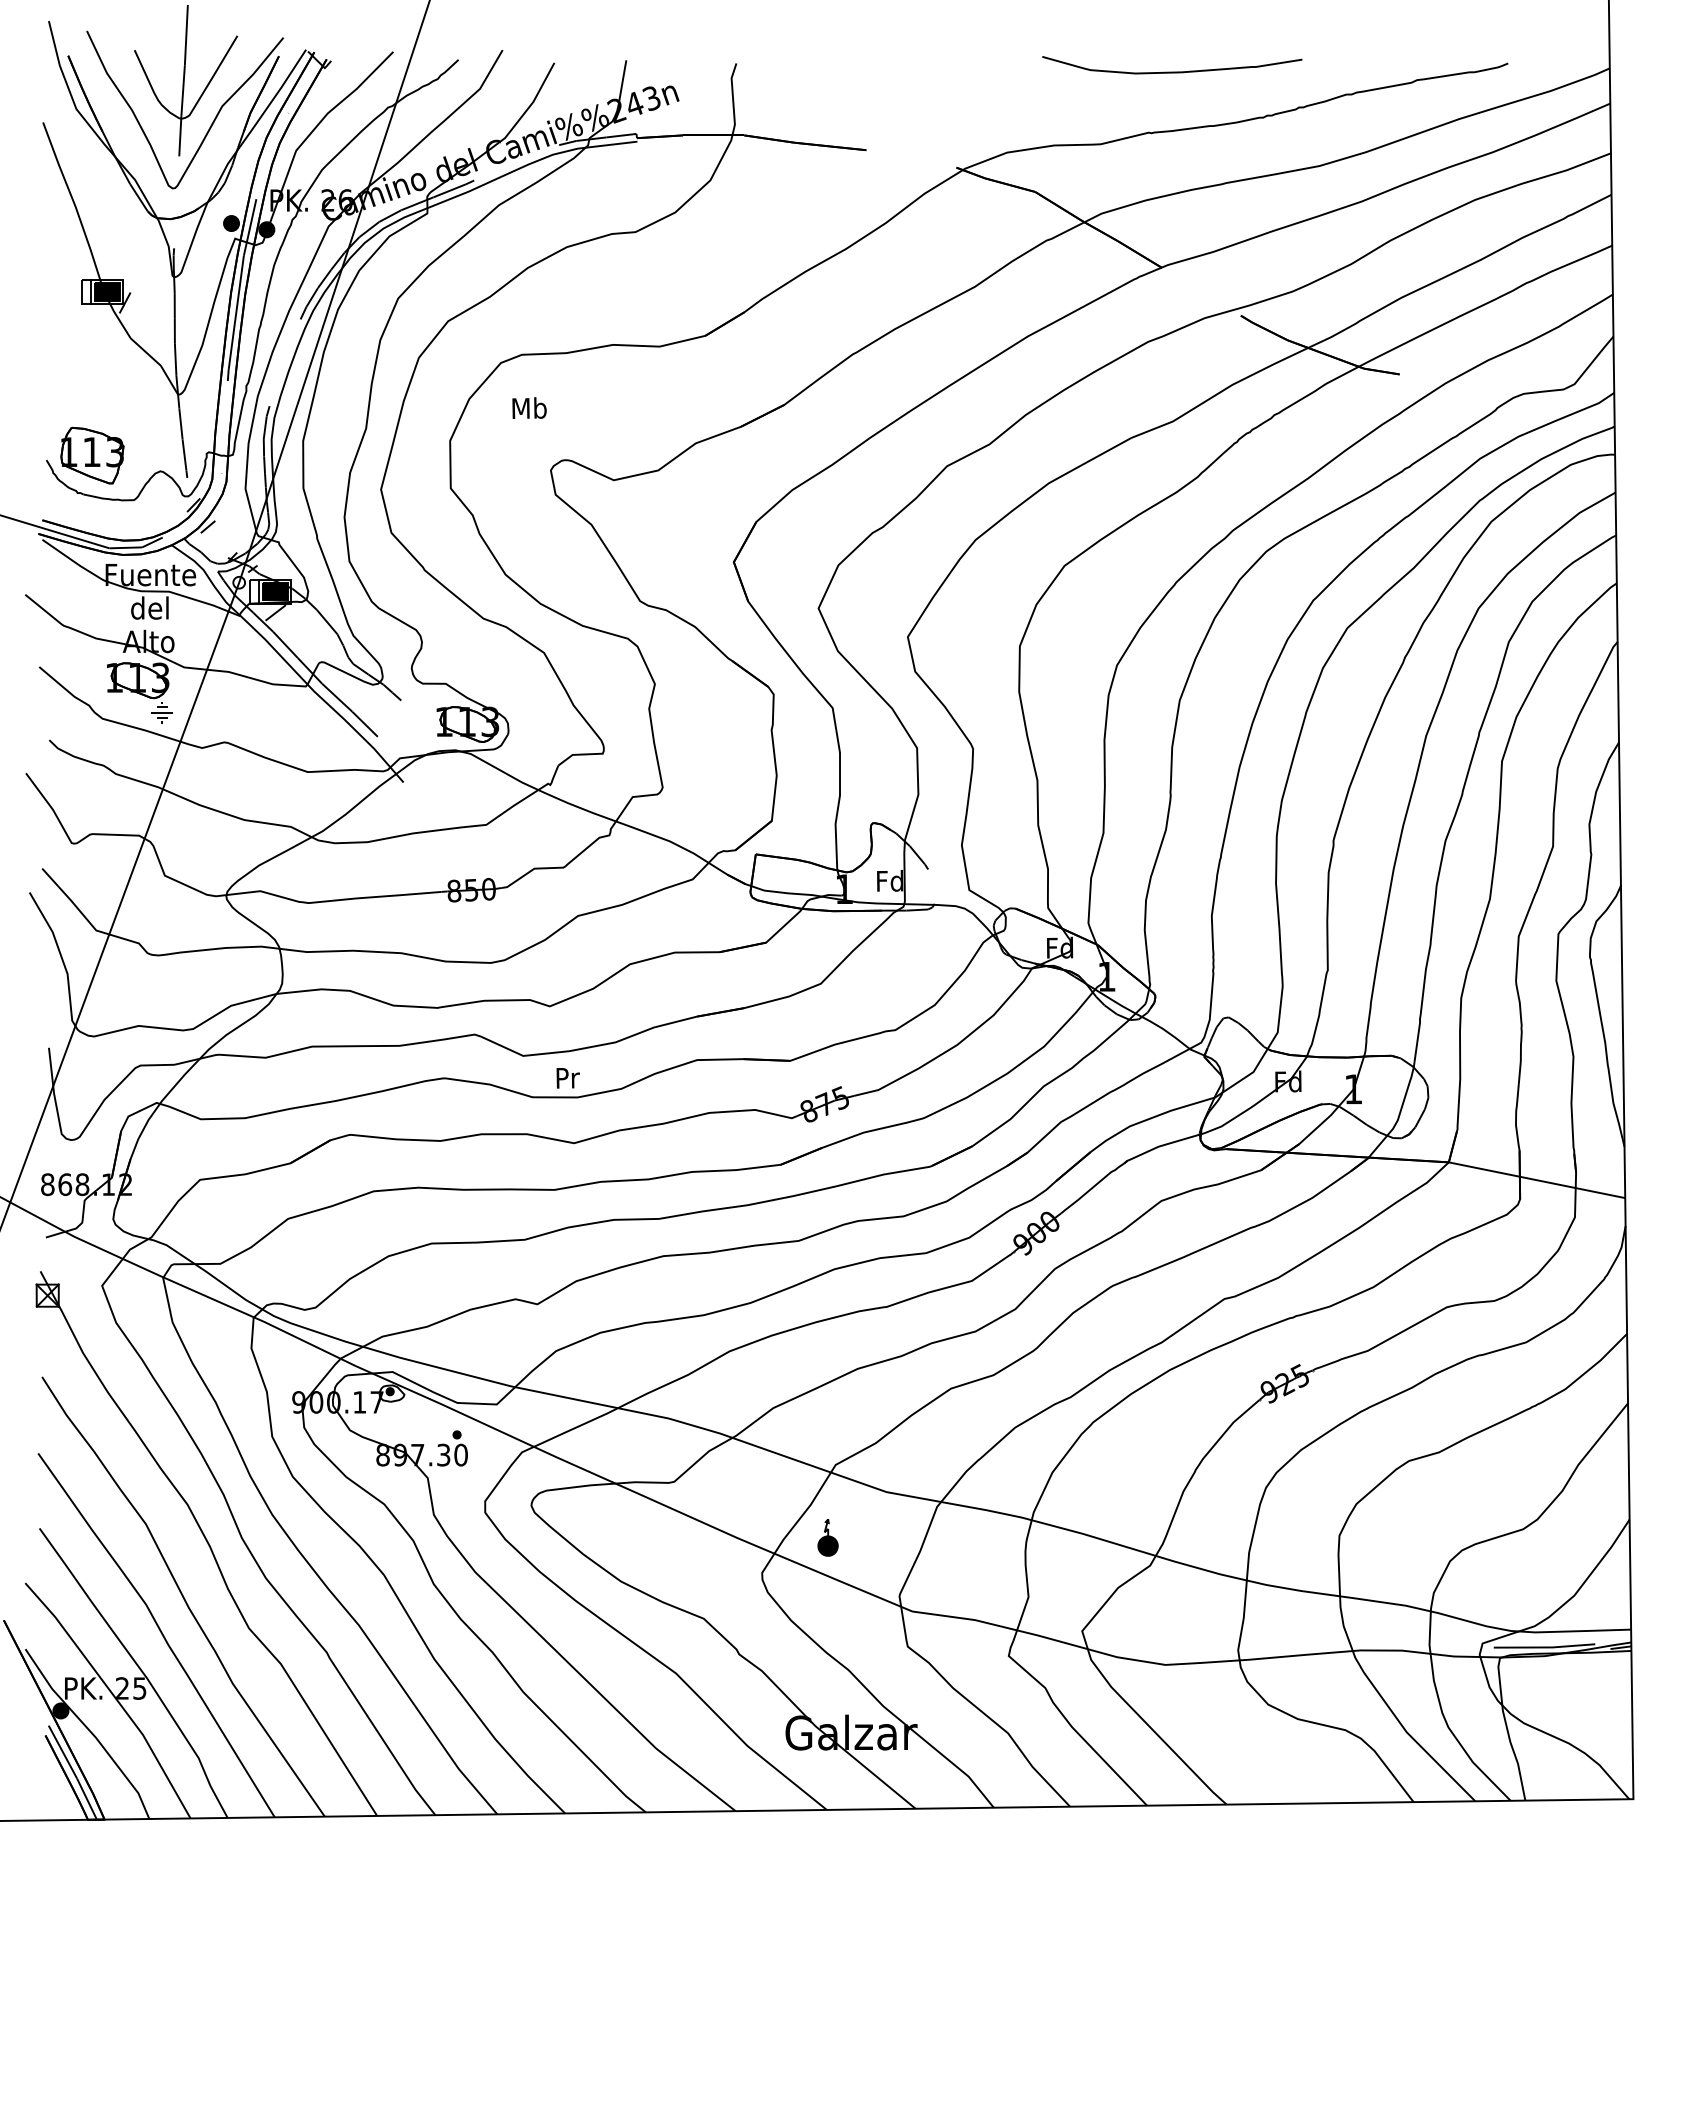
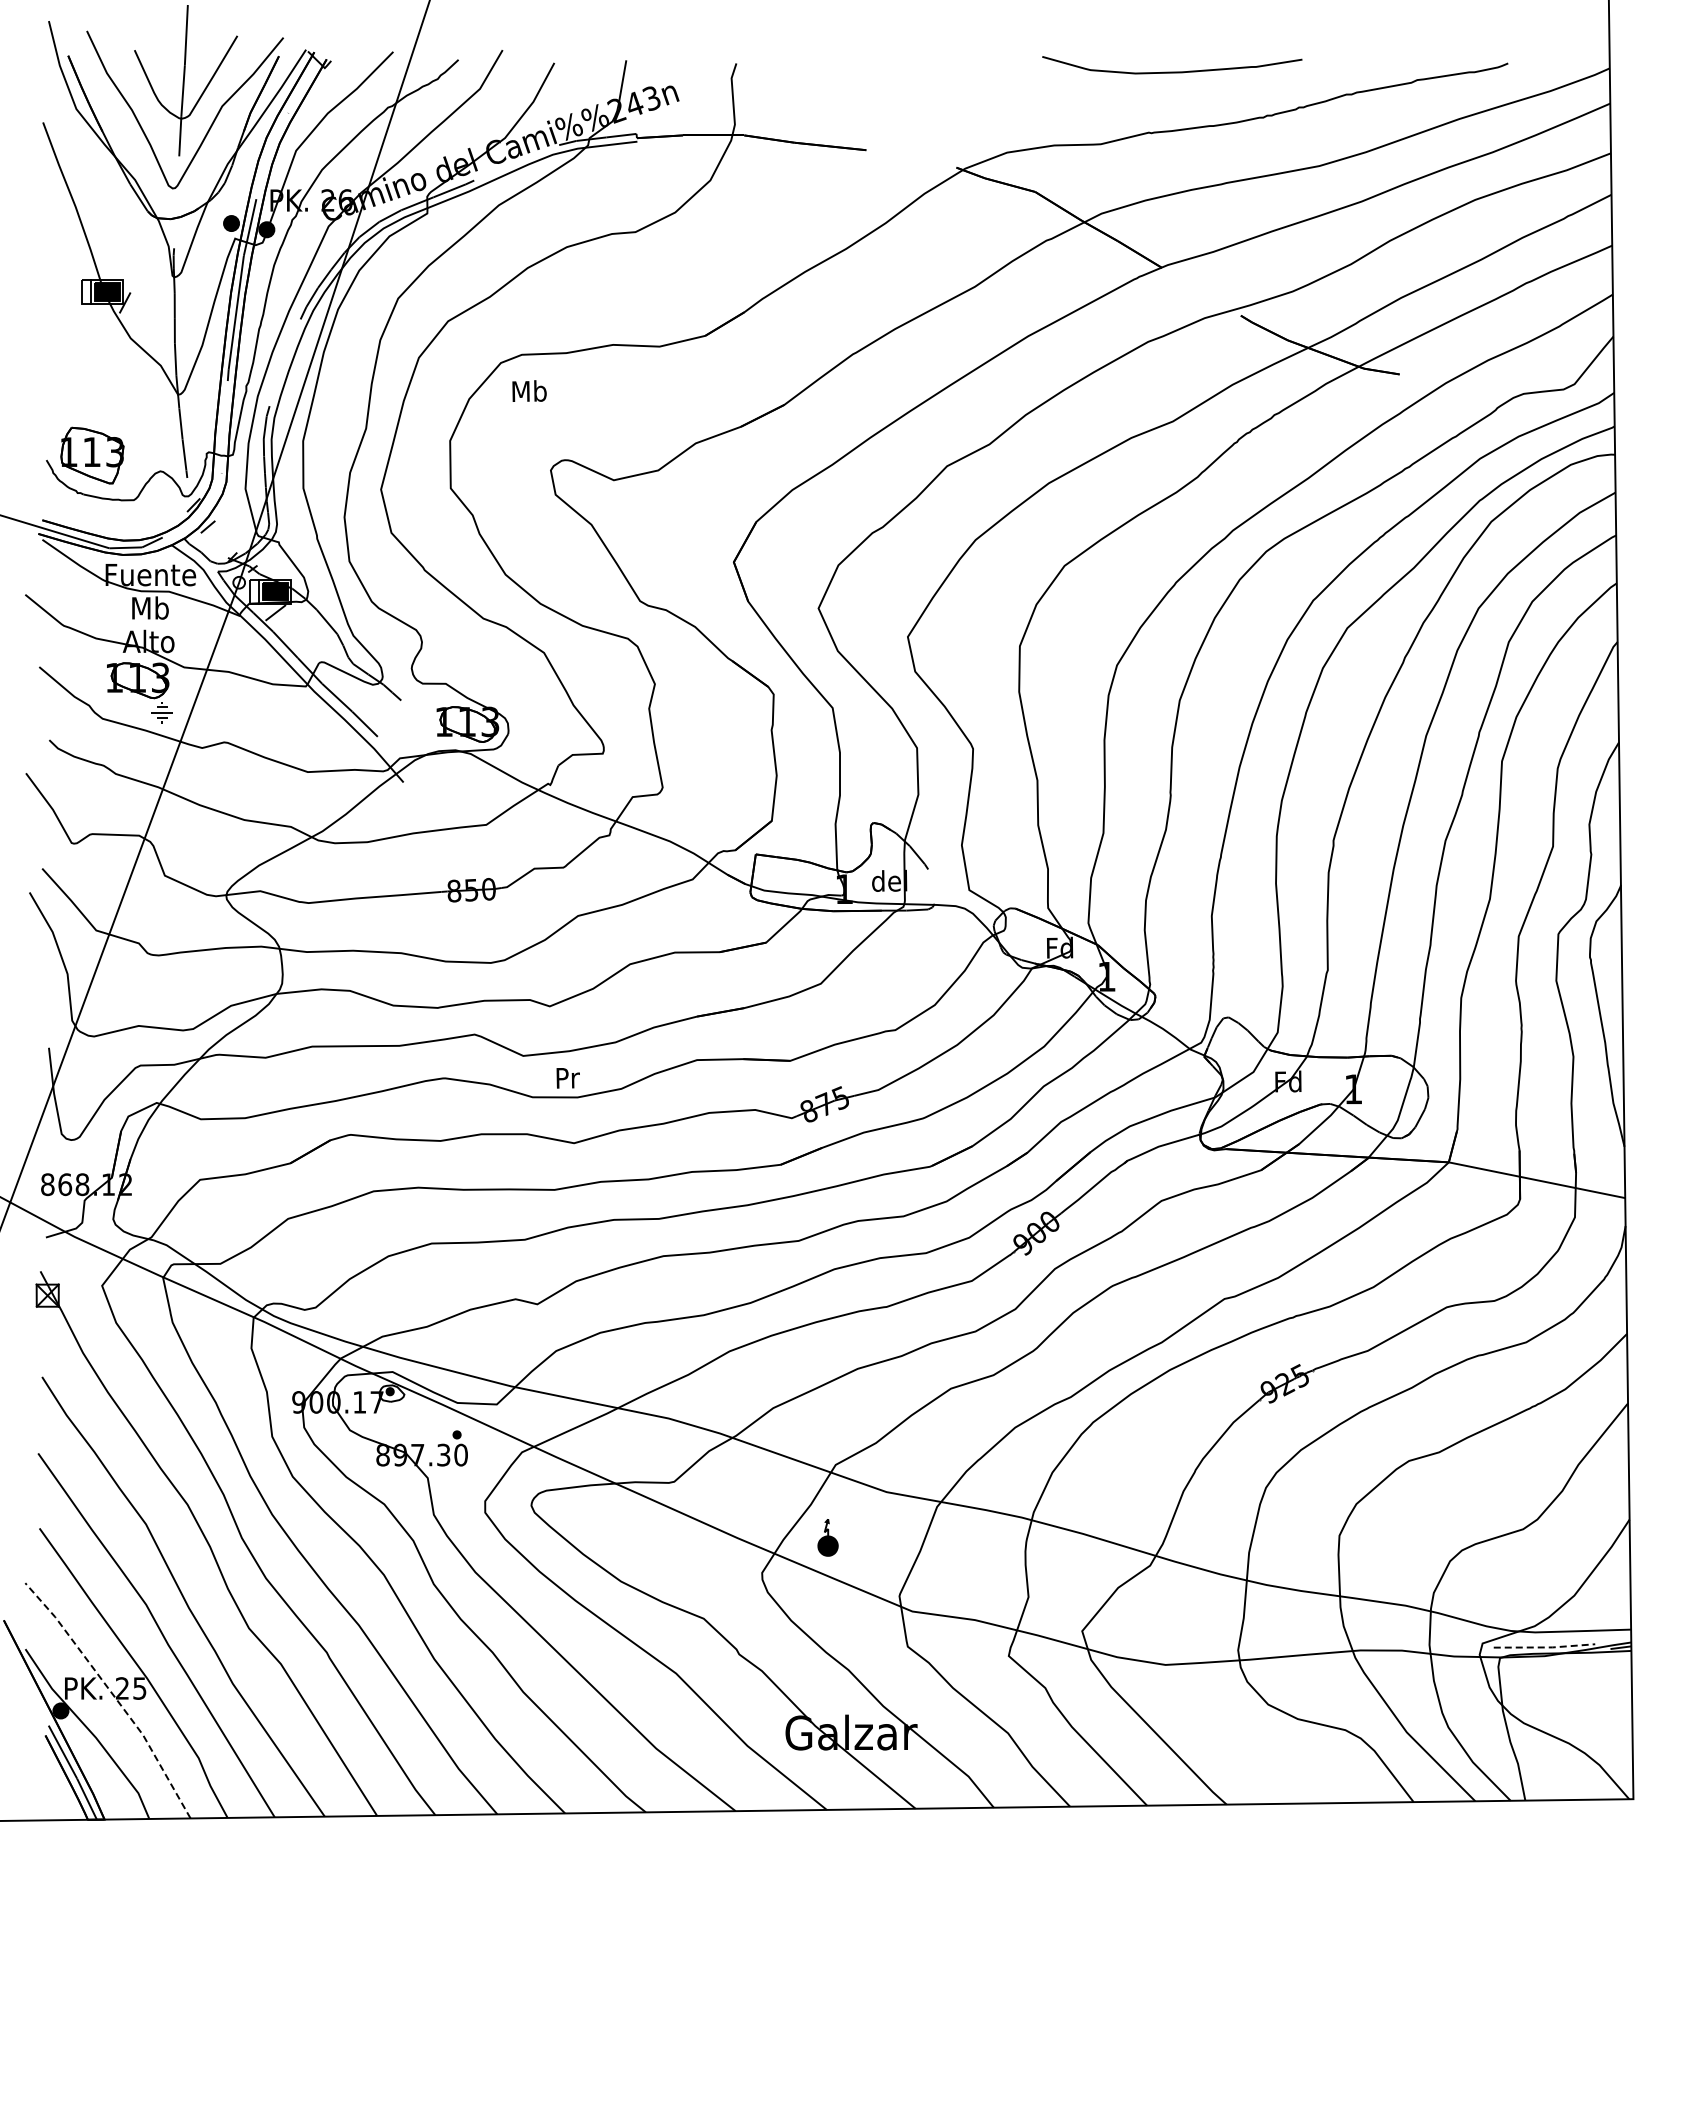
text at (529, 407) position: (529, 407) -> (529, 390)
text at (149, 607): del -> Mb
text at (889, 880): Fd -> del
line at (1545, 1647): solid -> dashed
line at (114, 1696): solid -> dashed
